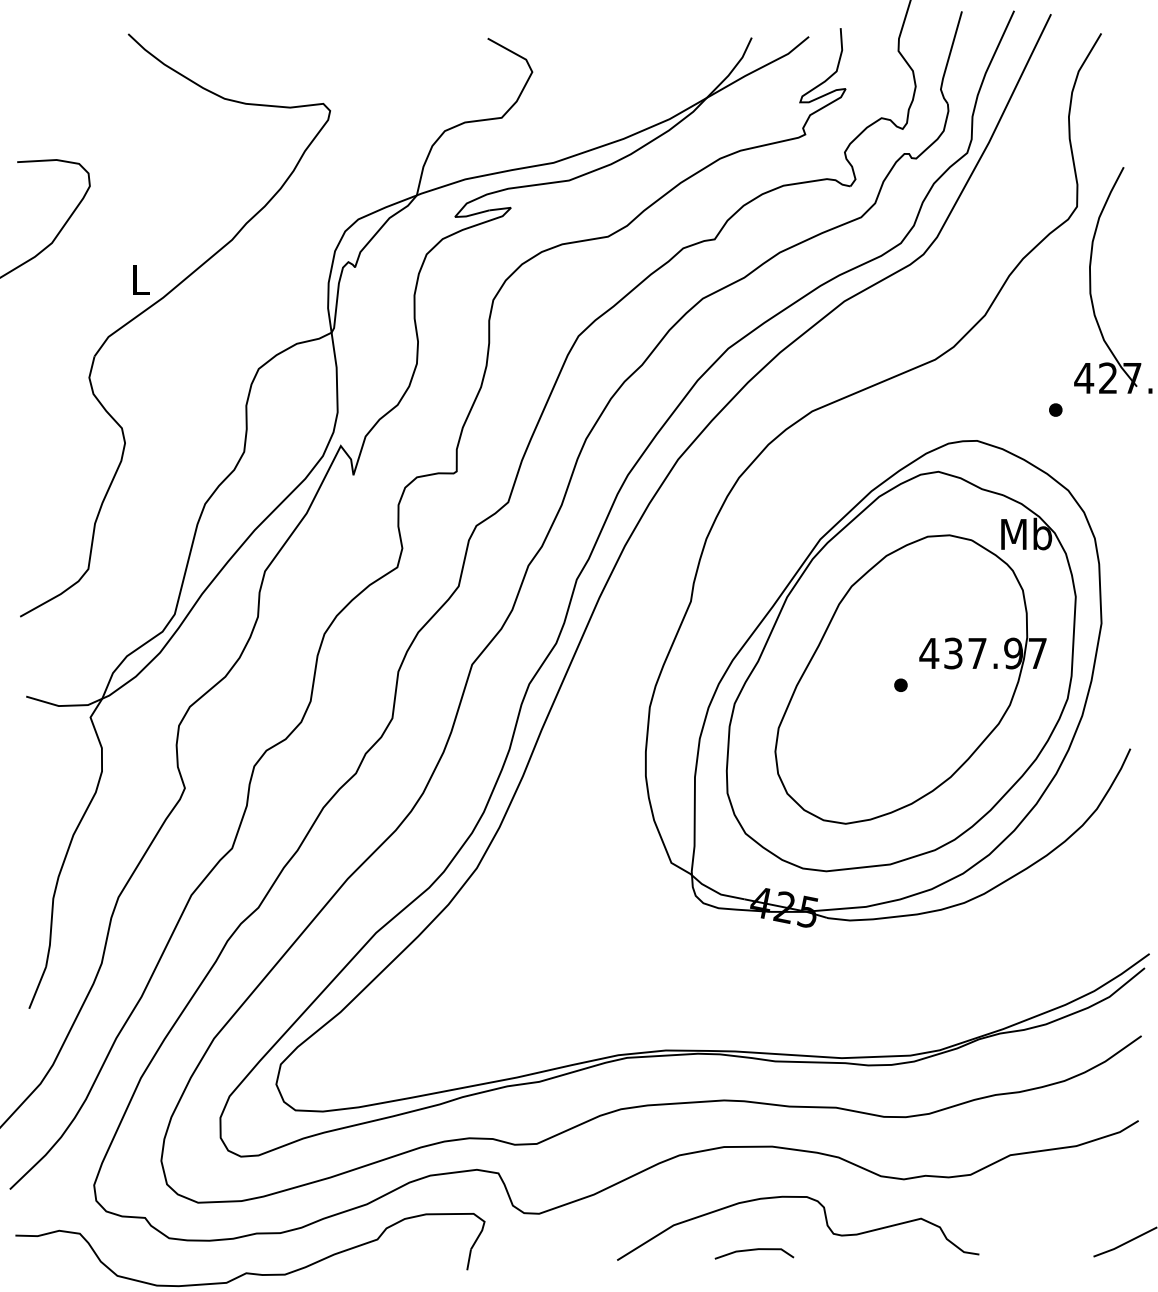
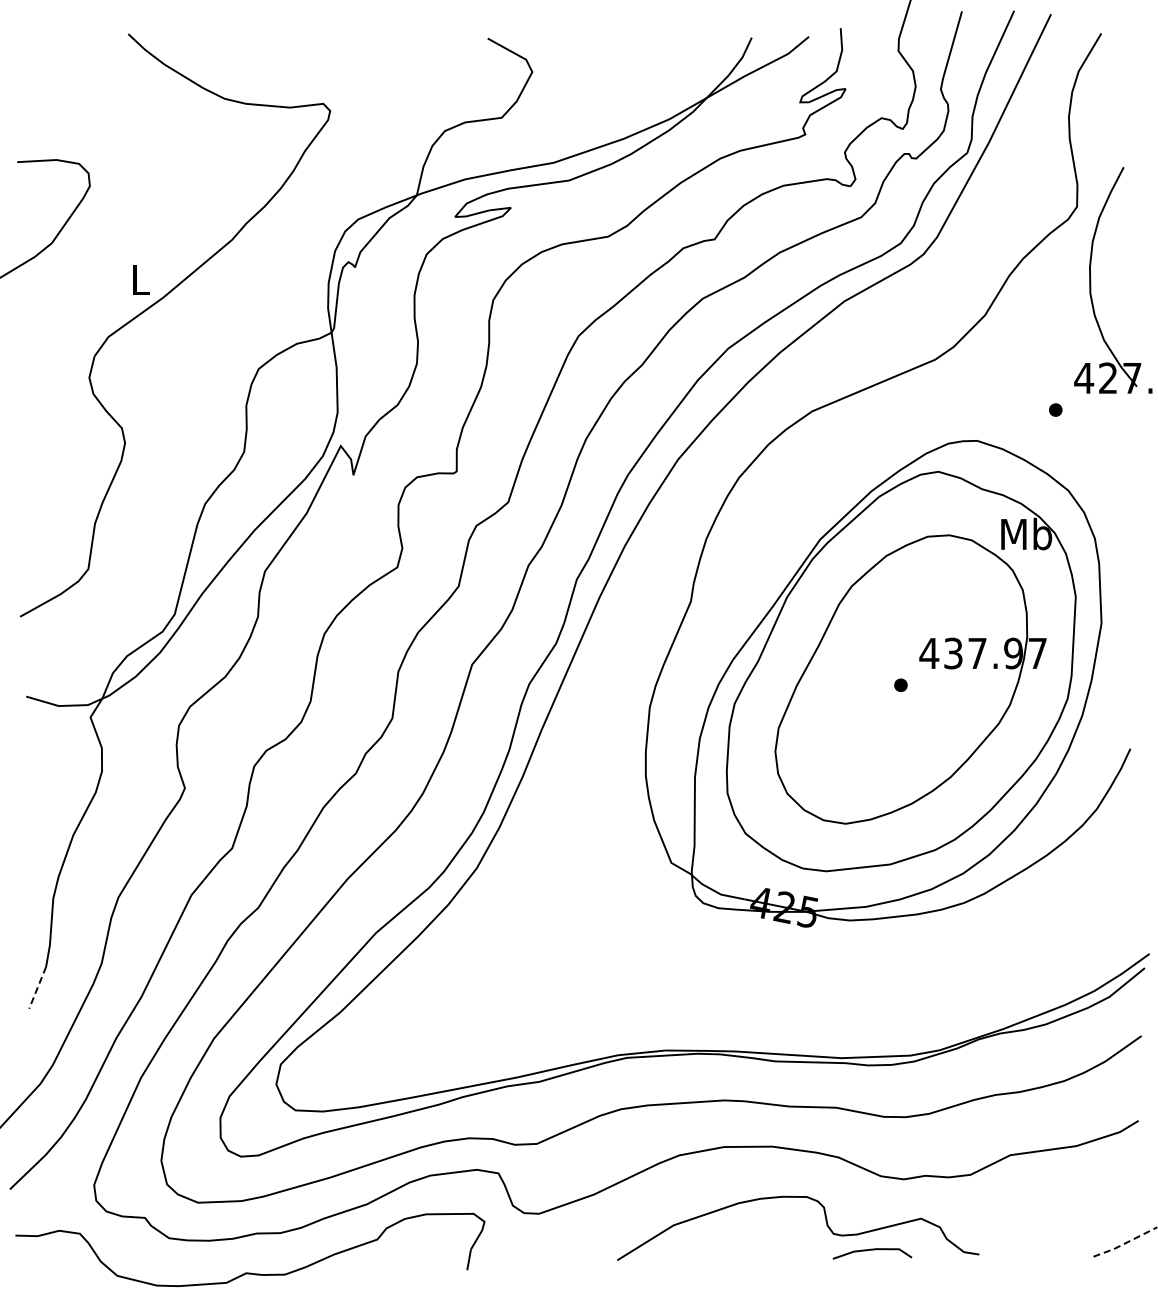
line at (37, 987): solid -> dashed
line at (1125, 1243): solid -> dashed
line at (754, 1250) position: (754, 1250) -> (872, 1250)
